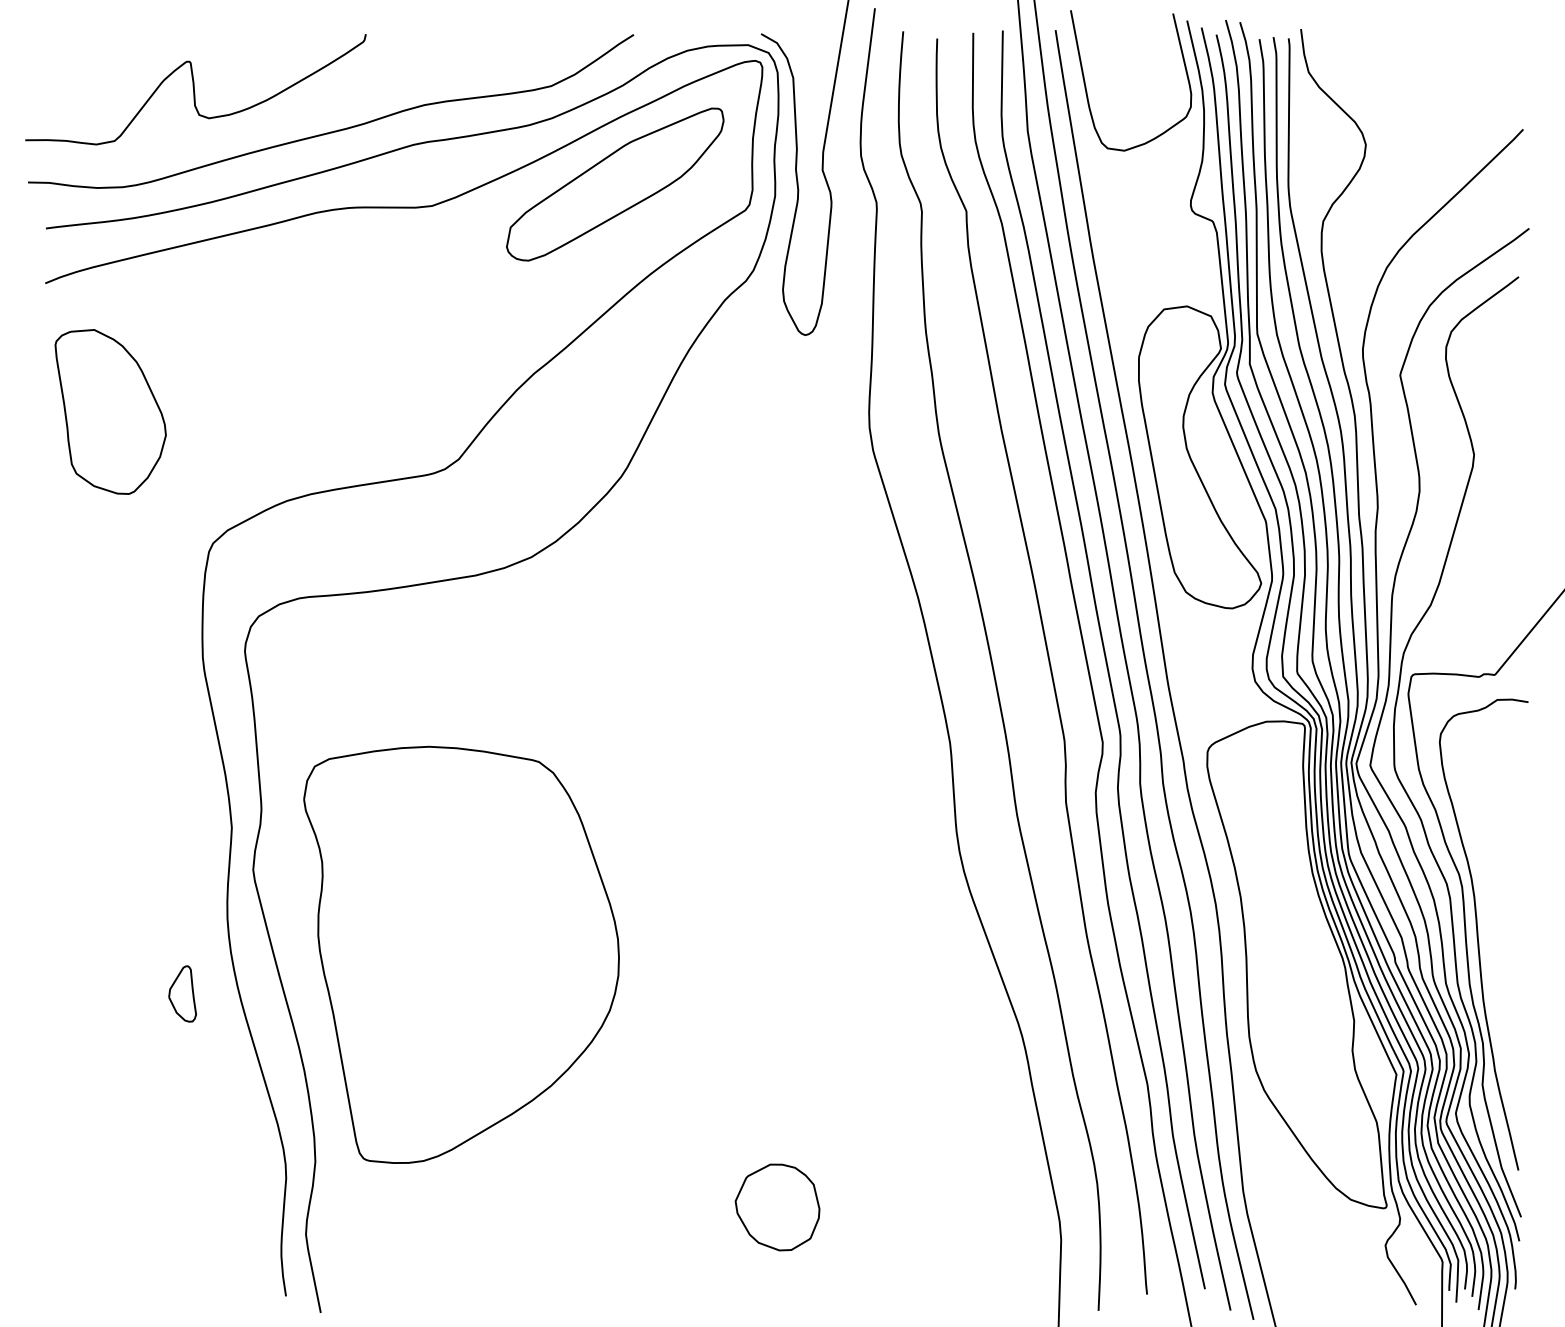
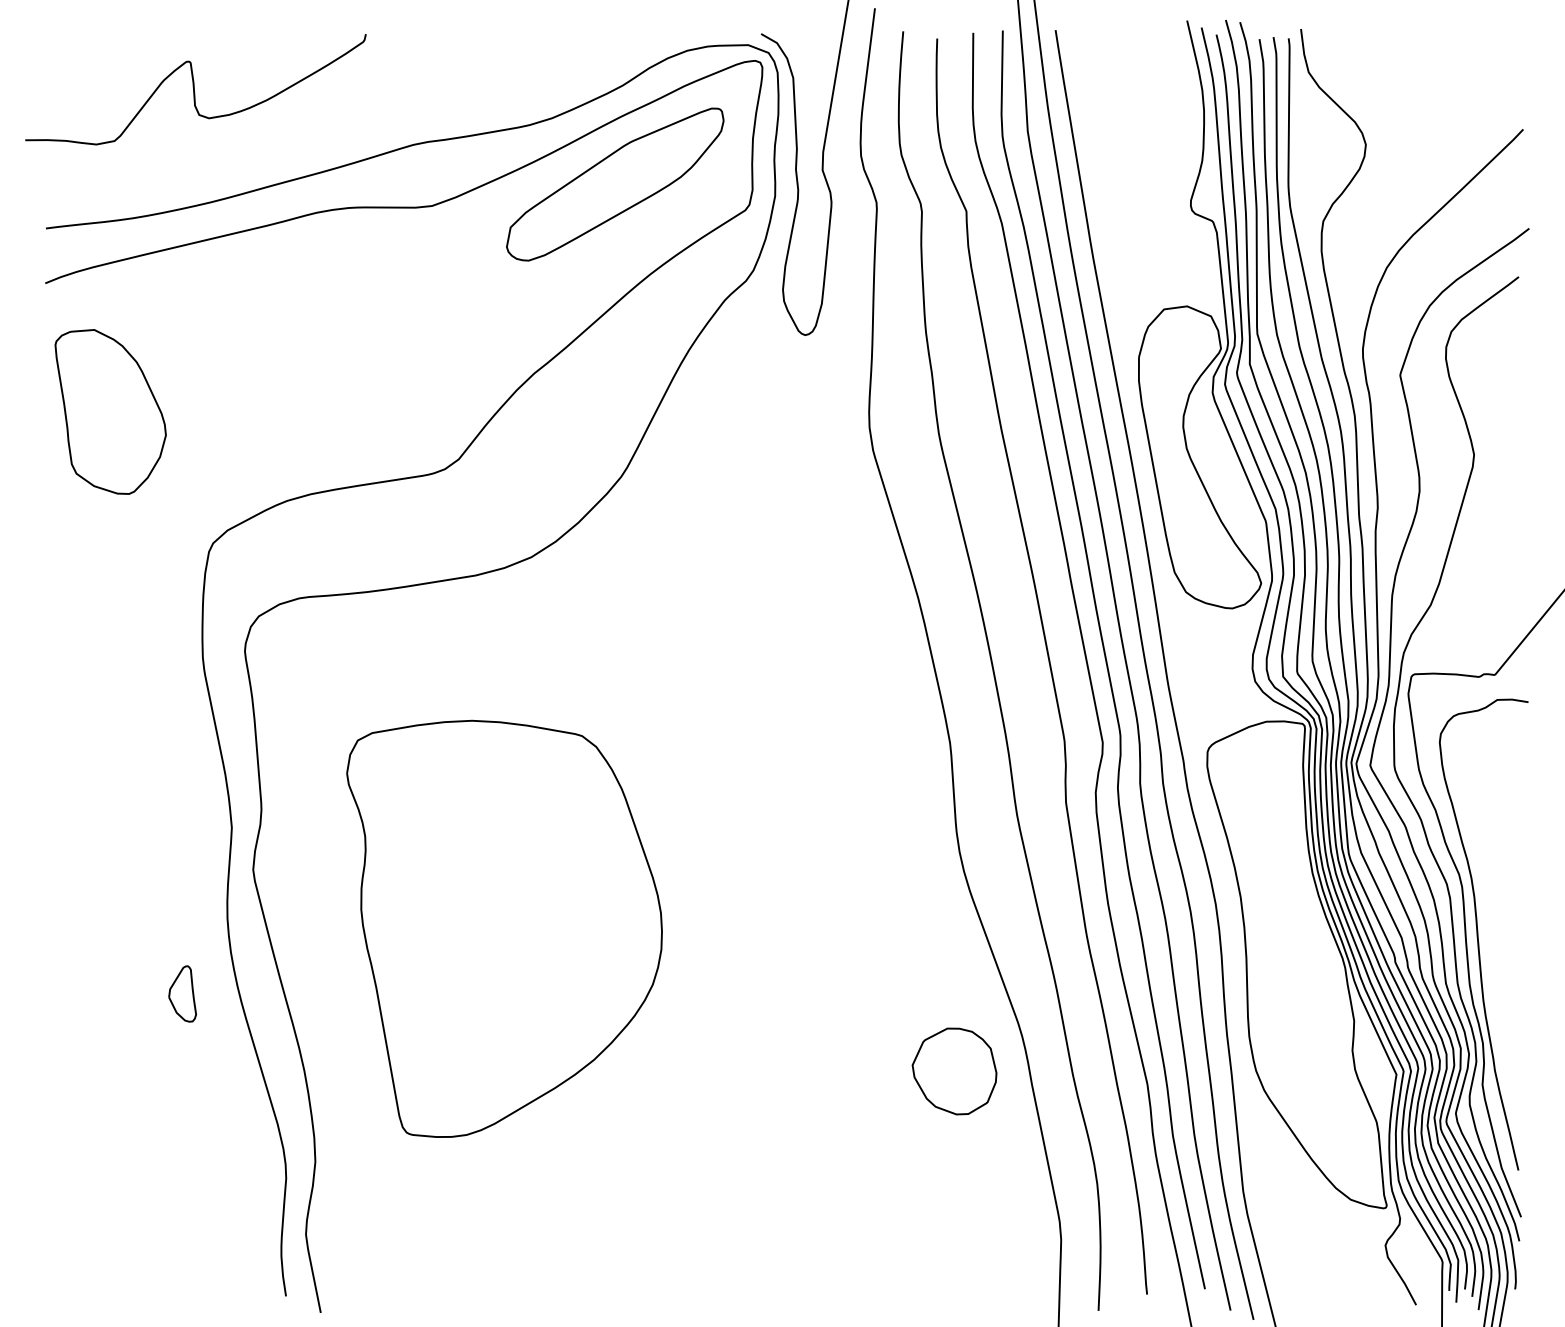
curve at (1087, 91): present -> none
curve at (334, 130): present -> none
part at (461, 954) position: (461, 954) -> (504, 928)
part at (777, 1207) position: (777, 1207) -> (954, 1071)
